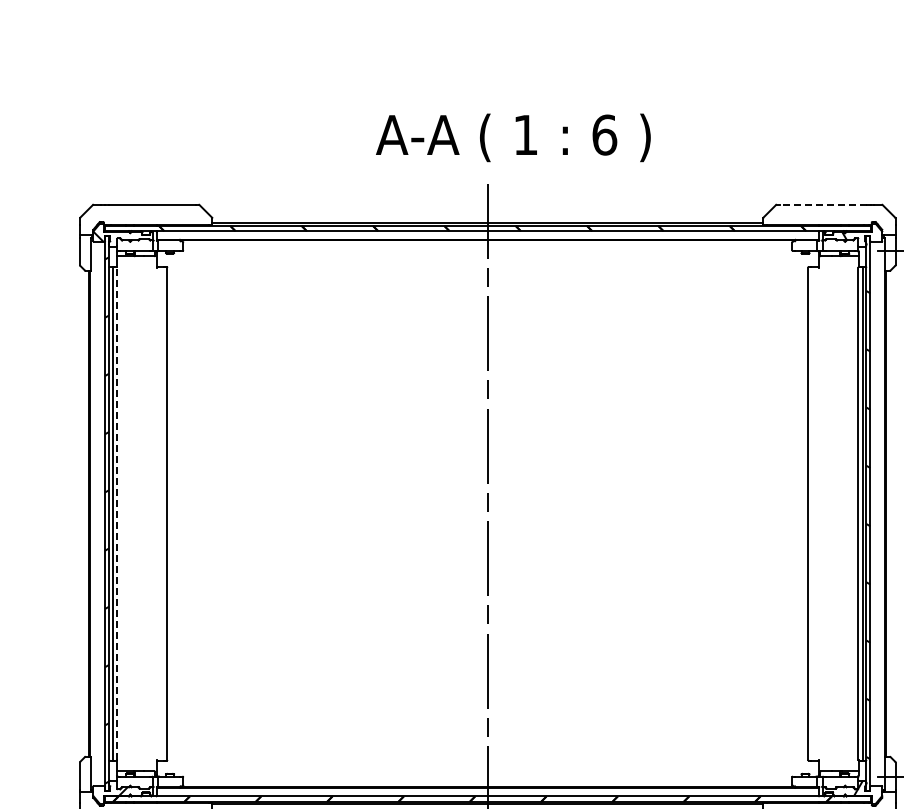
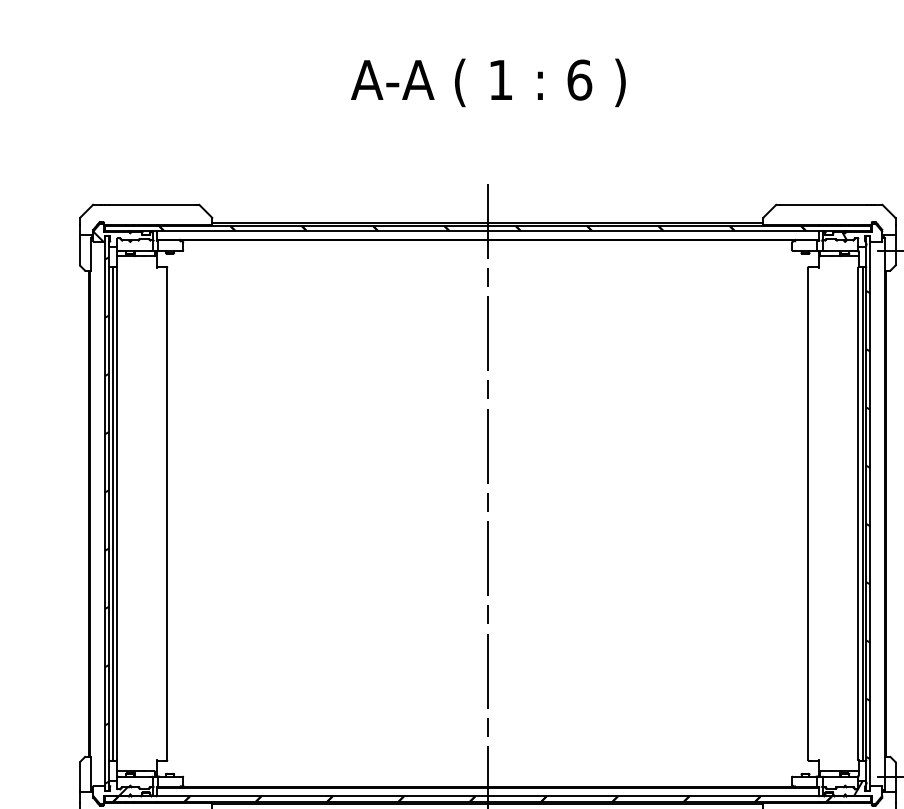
text at (513, 137) position: (513, 137) -> (488, 82)
line at (823, 204): dashed -> solid
line at (117, 513): dashed -> solid
